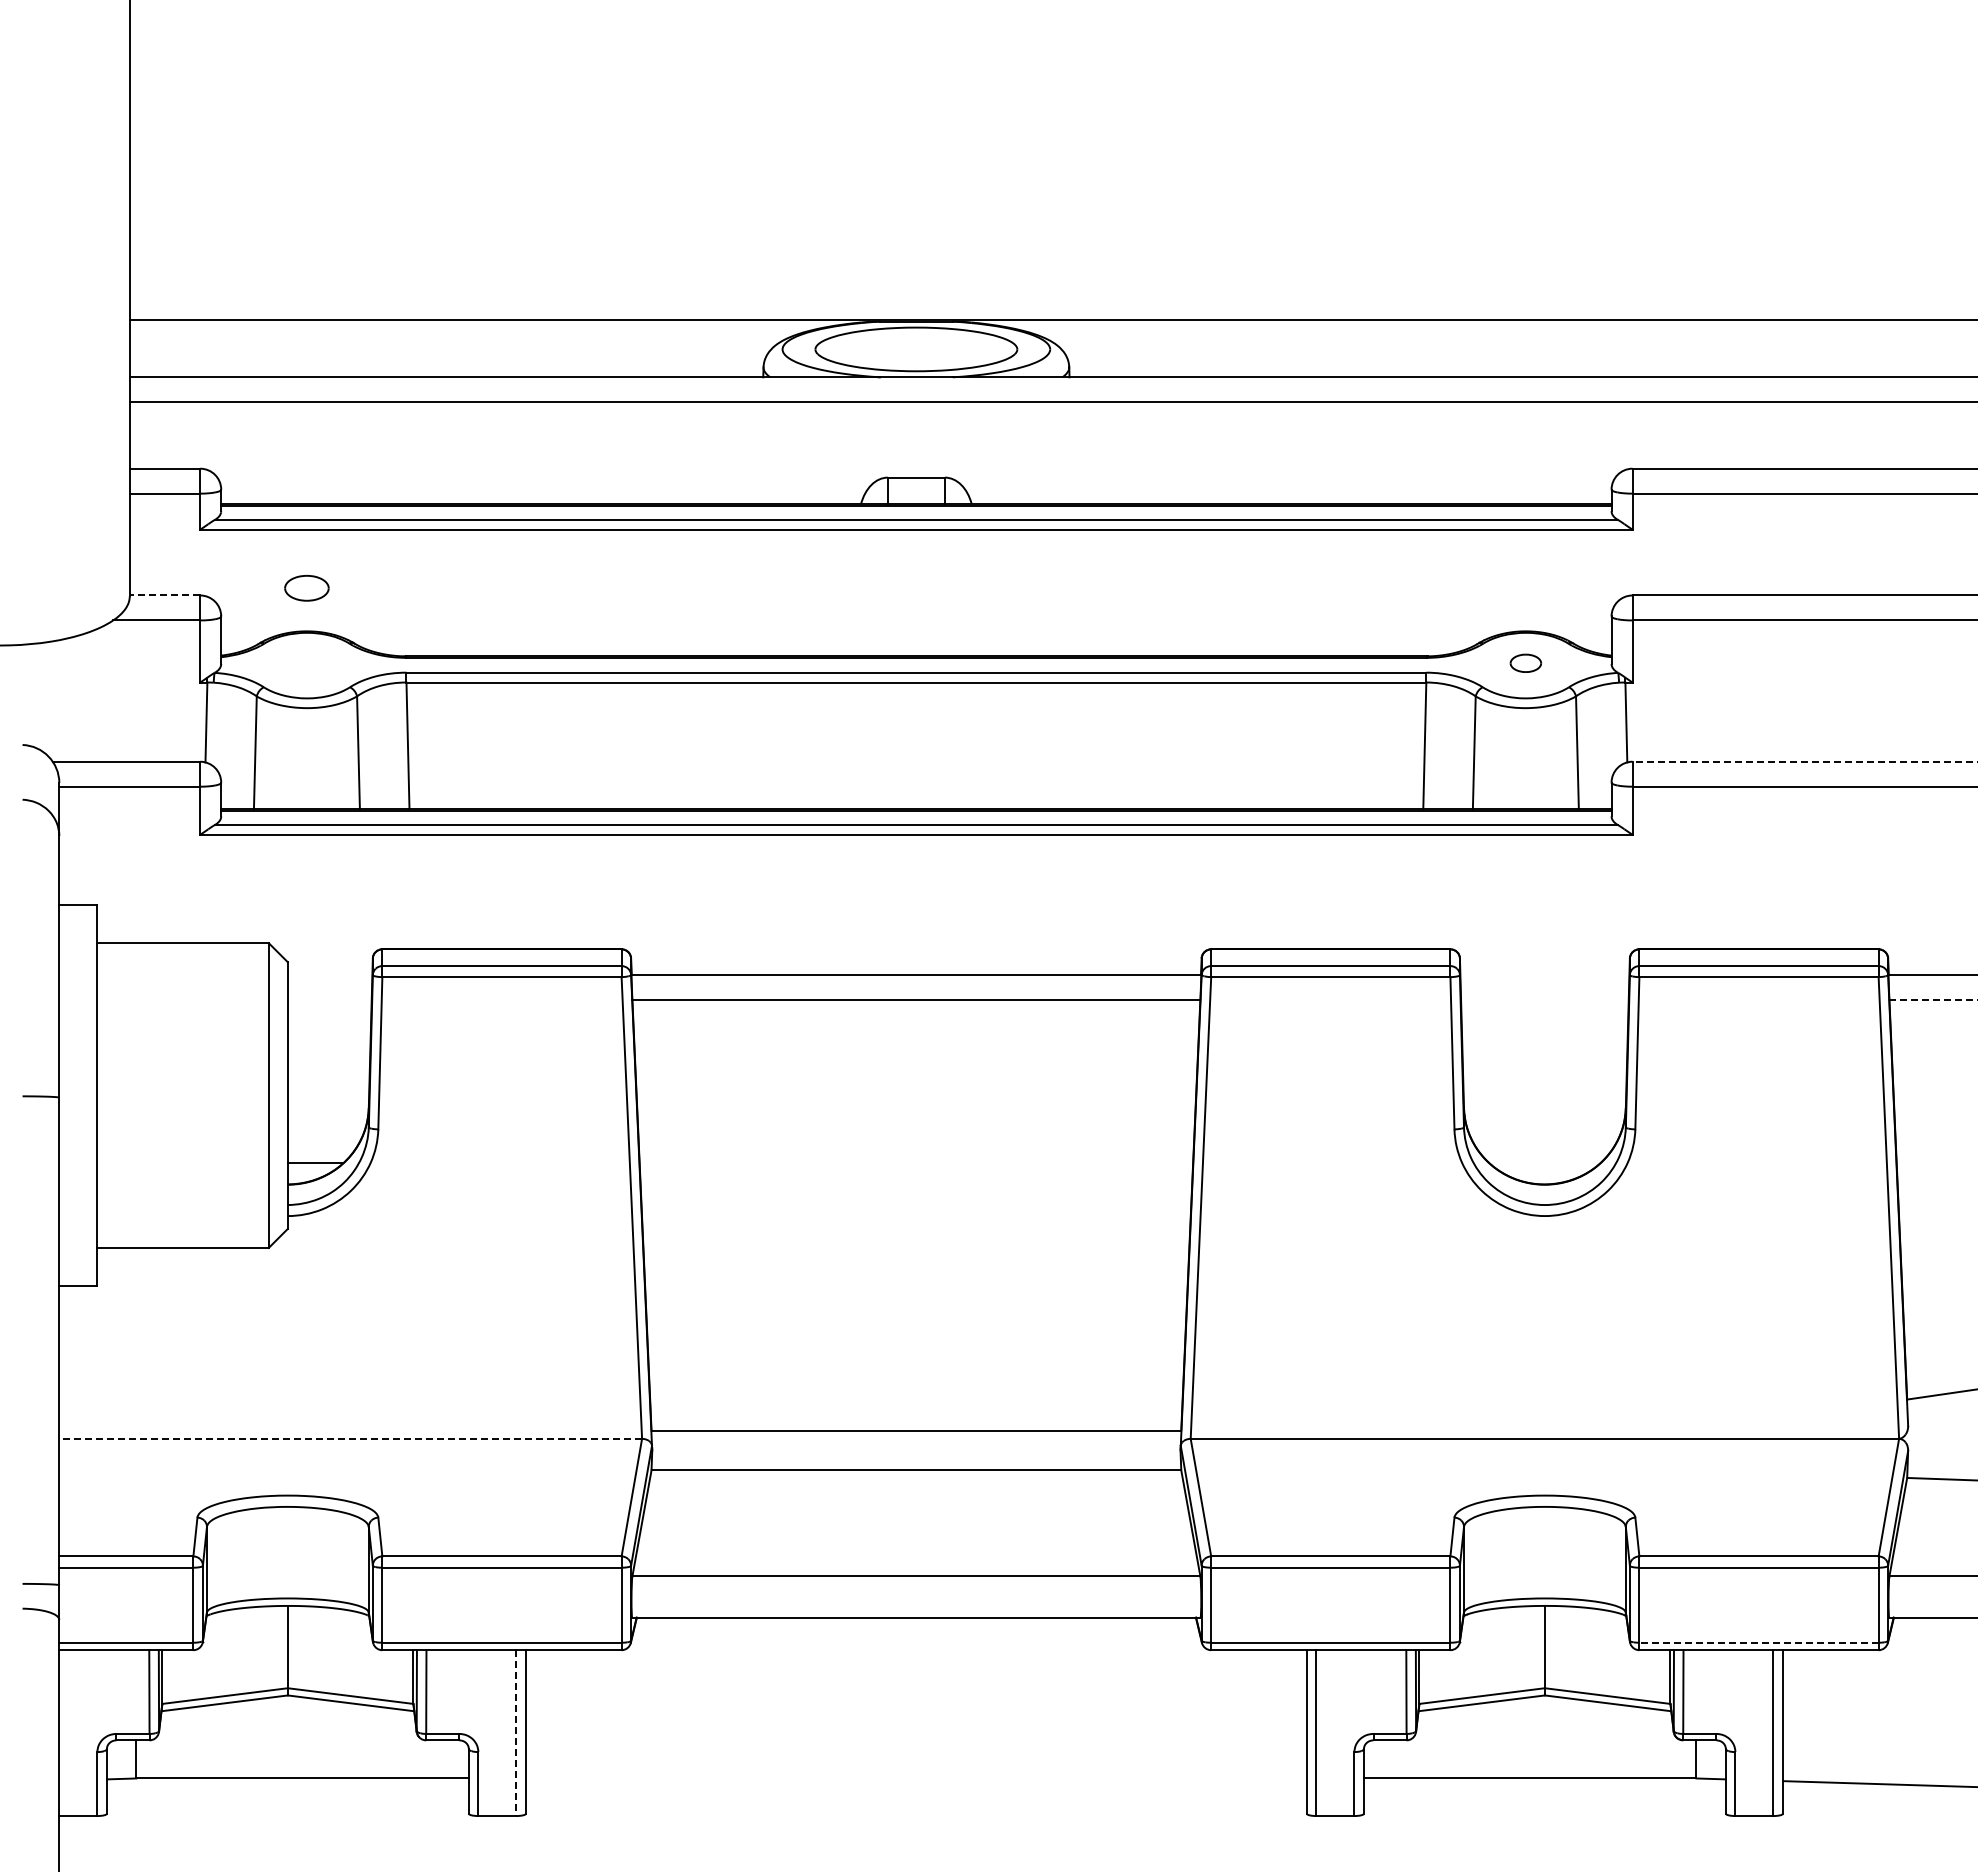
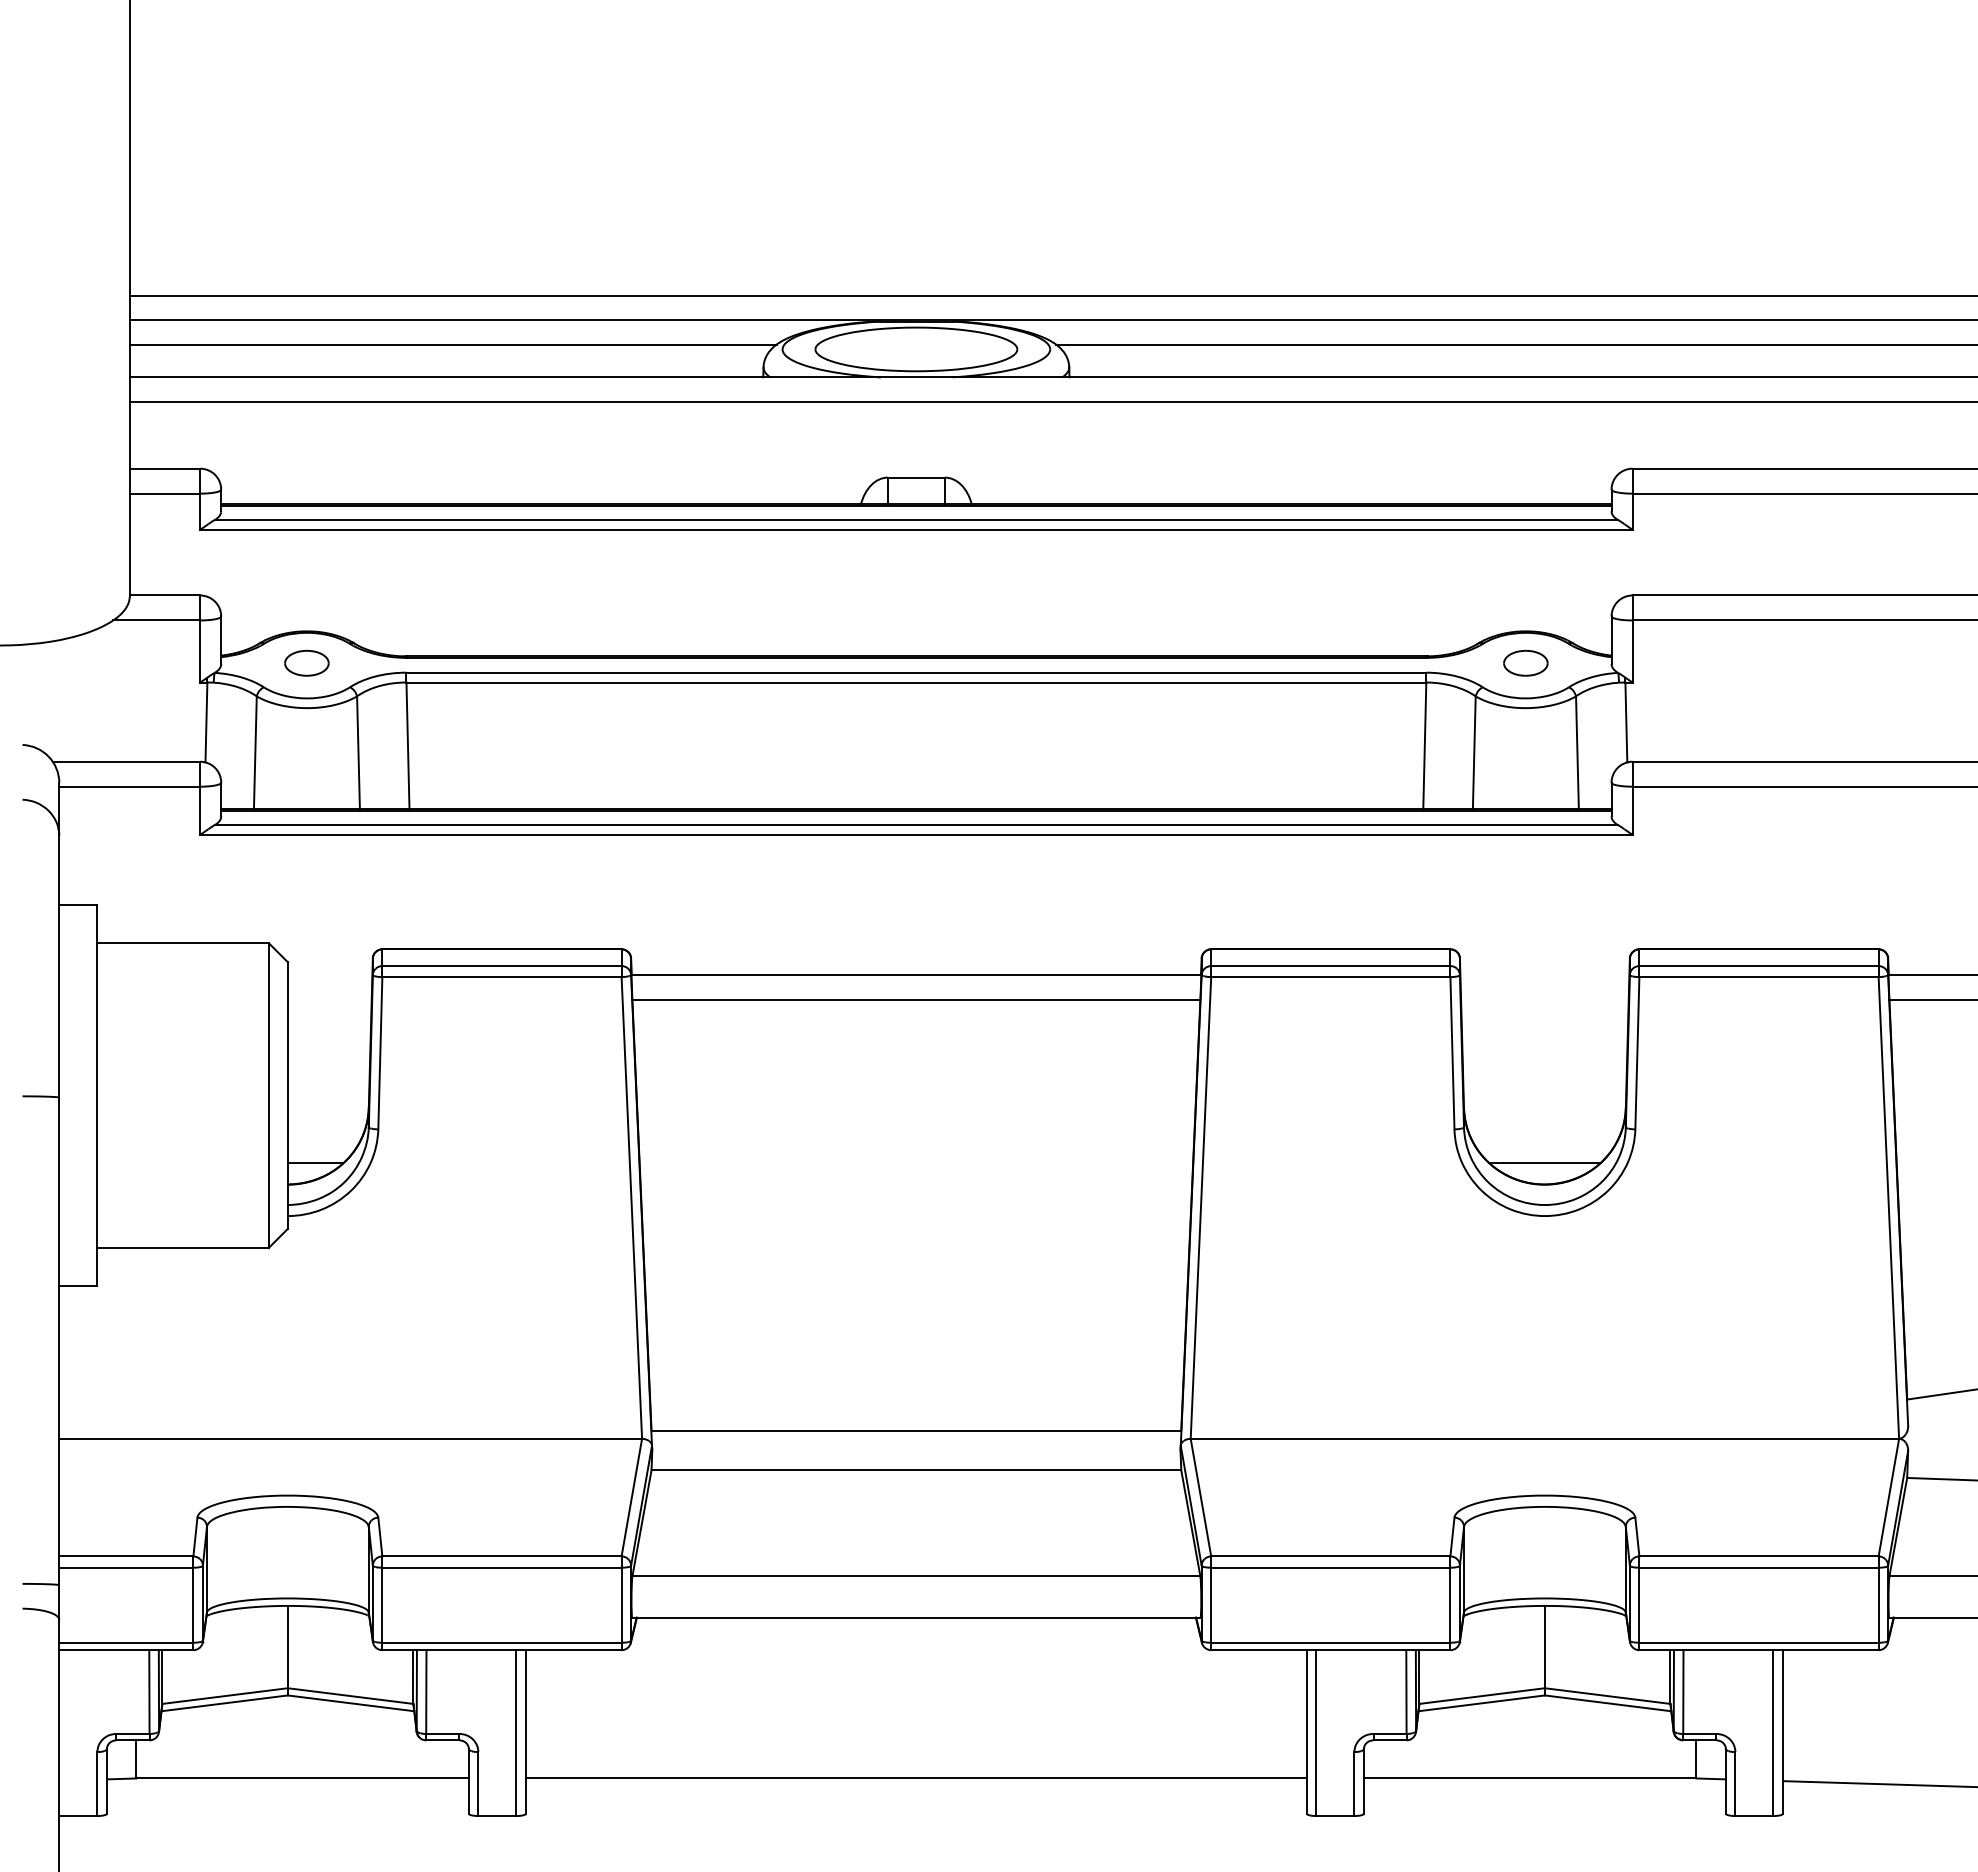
line at (1051, 295): none -> present
line at (452, 344): none -> present
line at (1515, 344): none -> present
part at (306, 588) position: (306, 588) -> (306, 663)
line at (164, 595): dashed -> solid
part at (1525, 662) size: 34x20 px -> 46x27 px
line at (1804, 761): dashed -> solid
line at (1933, 1000): dashed -> solid
line at (1544, 1163): none -> present
line at (350, 1438): dashed -> solid
line at (1759, 1642): dashed -> solid
line at (516, 1733): dashed -> solid
line at (915, 1778): none -> present
